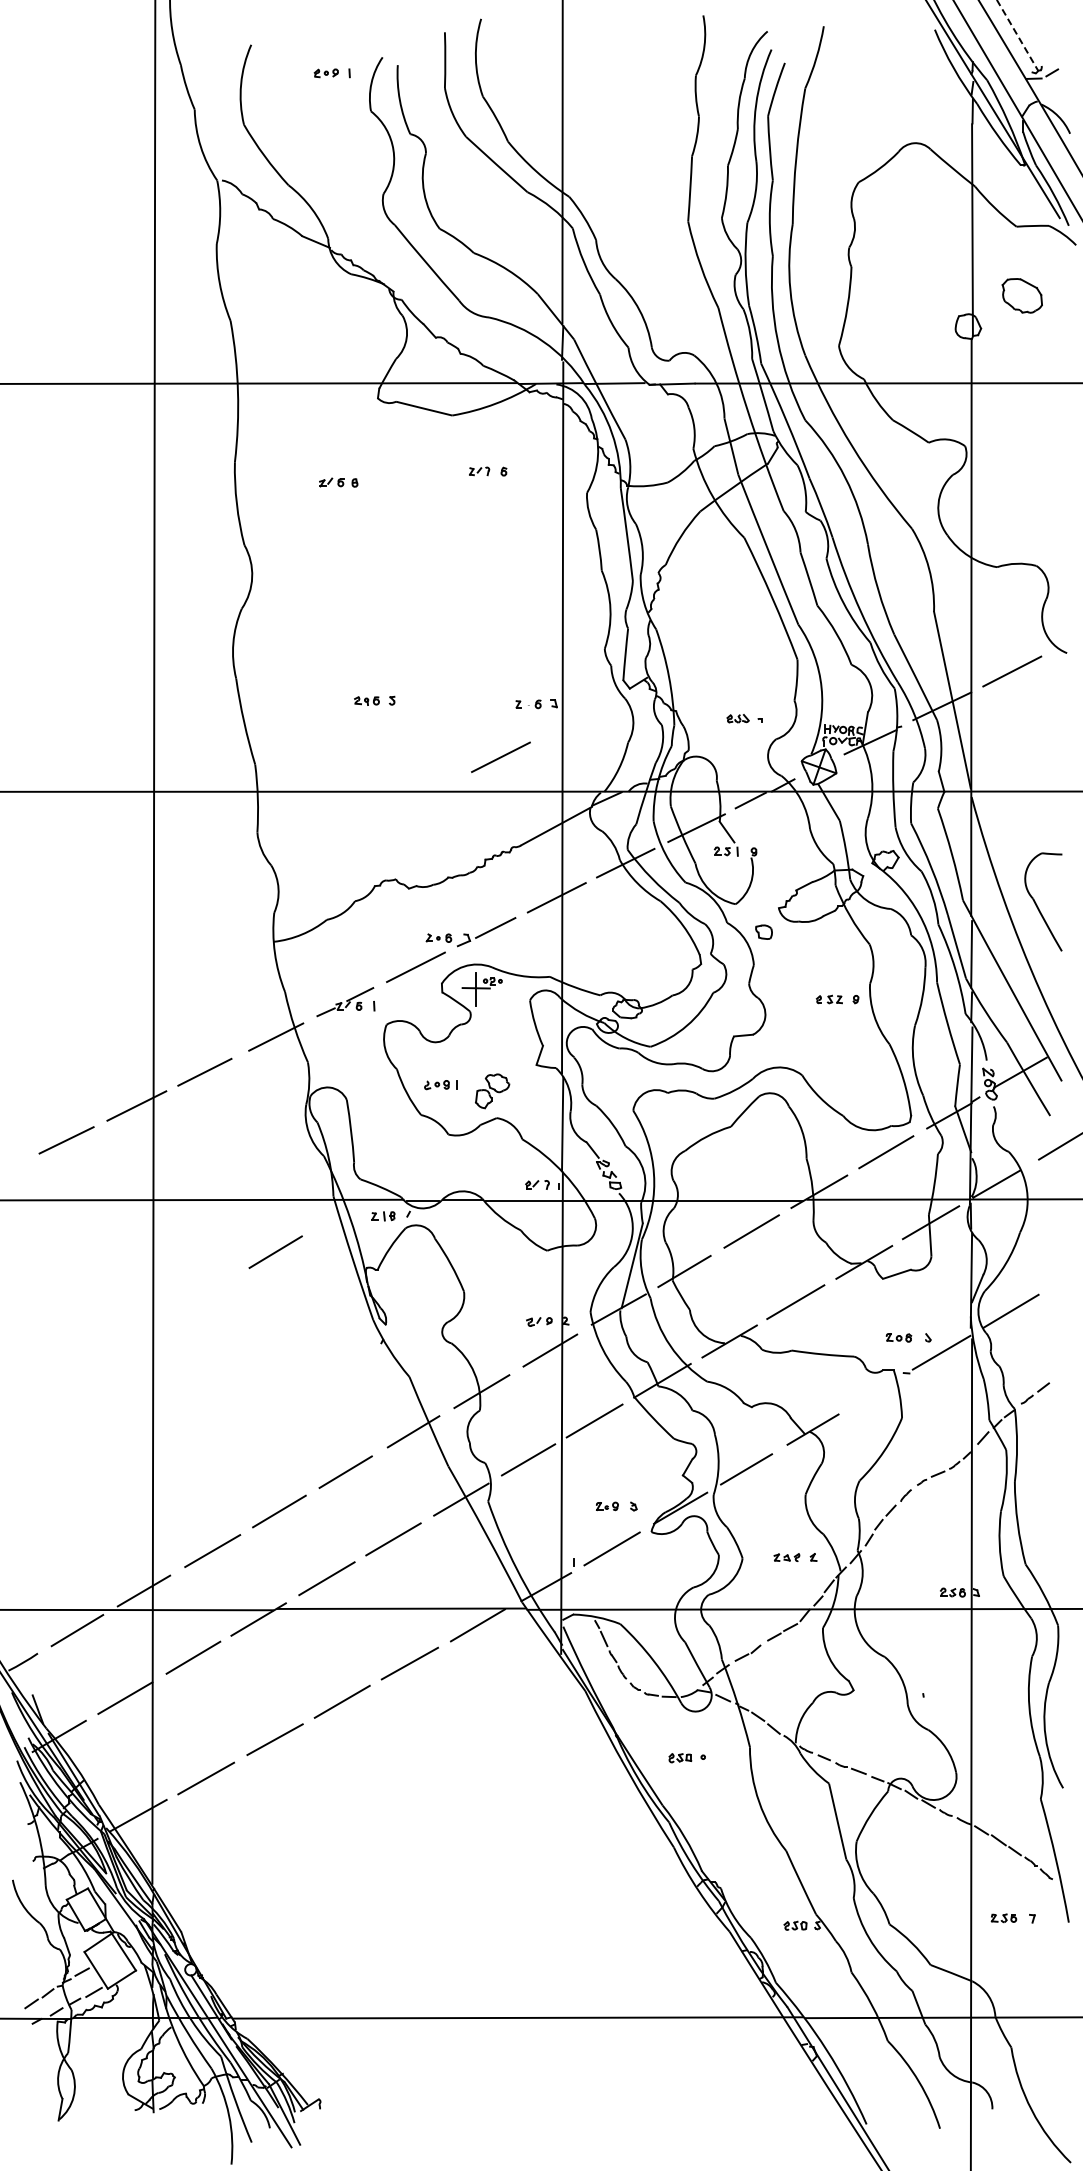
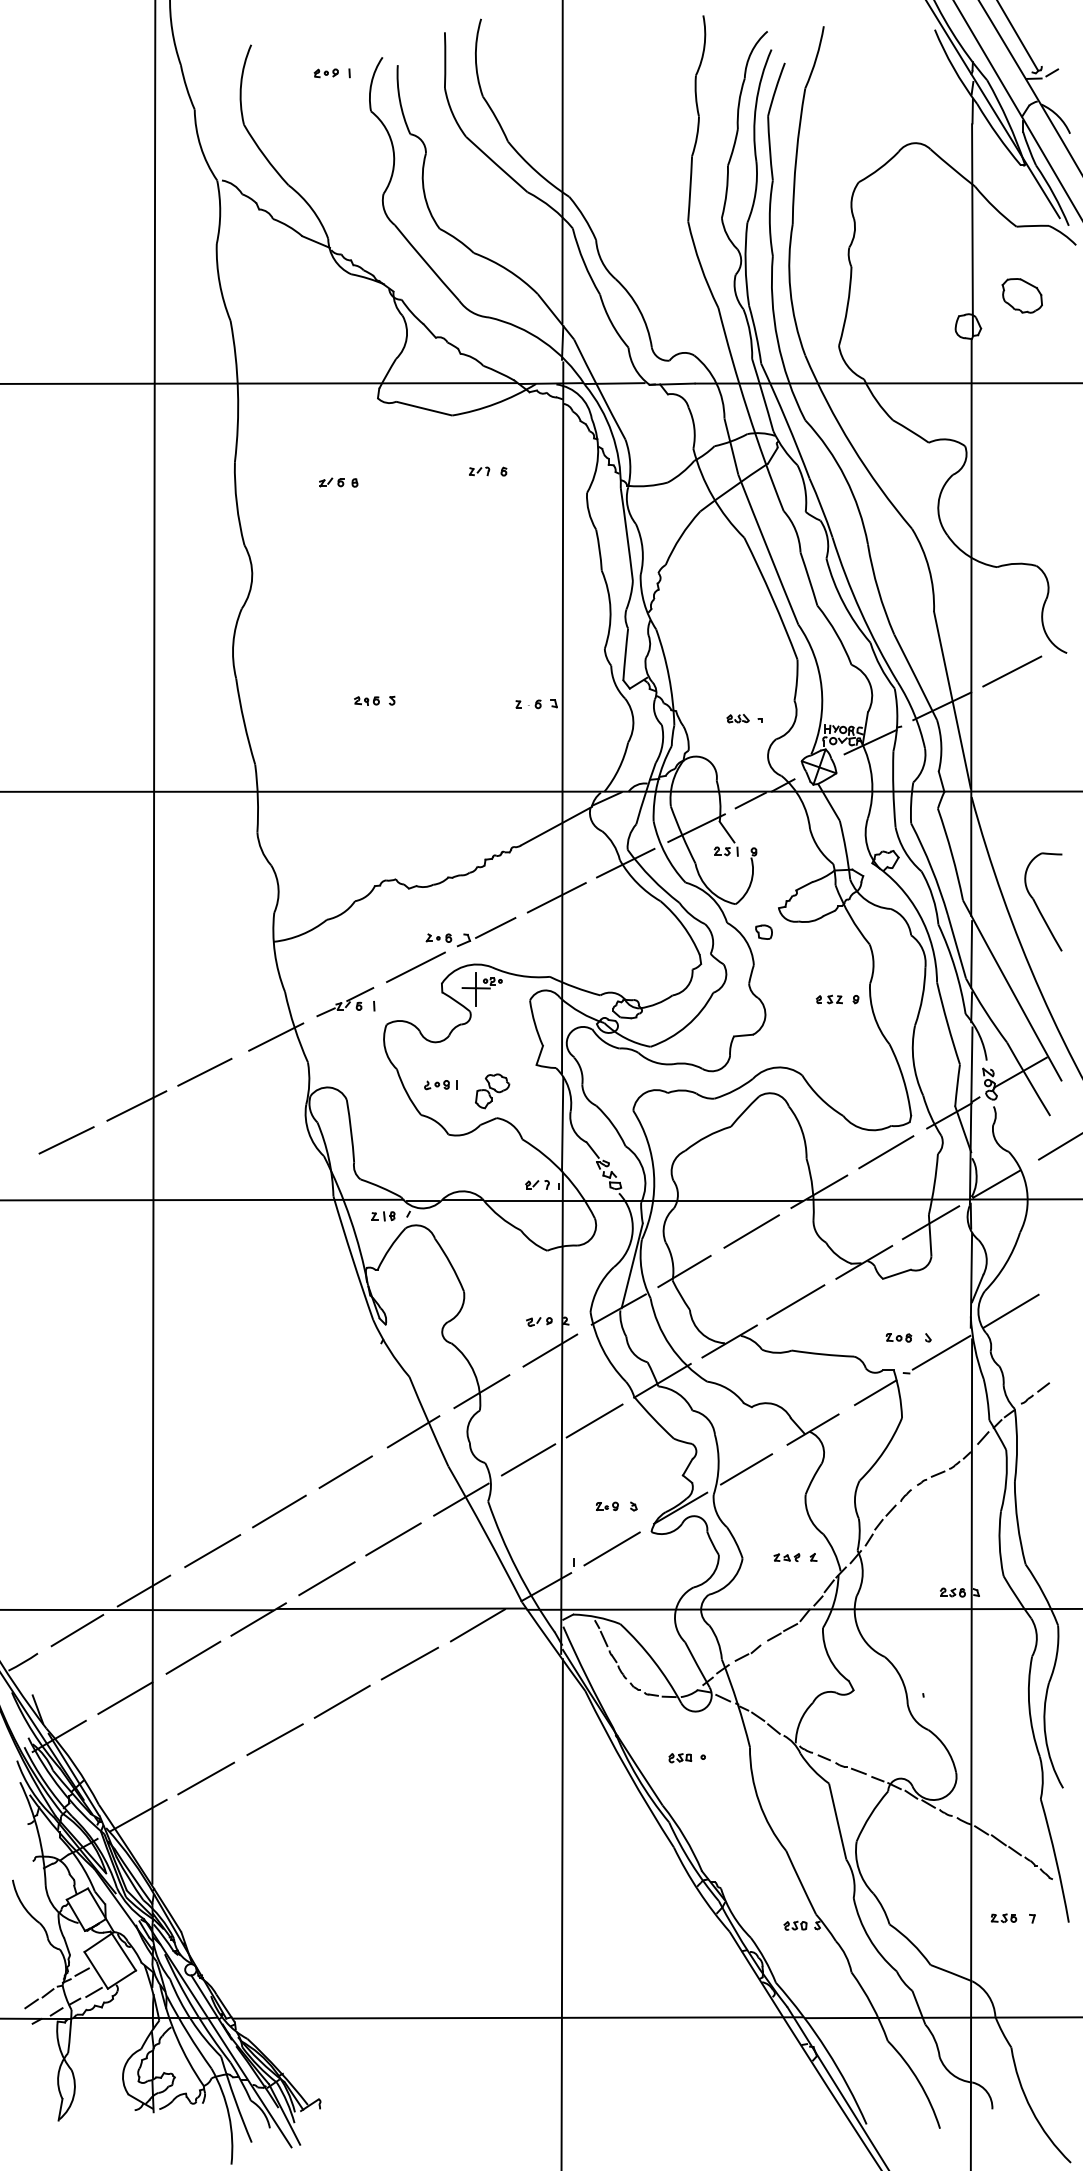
line at (1017, 35): dashed -> solid
line at (500, 756): present -> none
line at (275, 1251): present -> none
line at (875, 1392): none -> present
line at (561, 1913): none -> present
